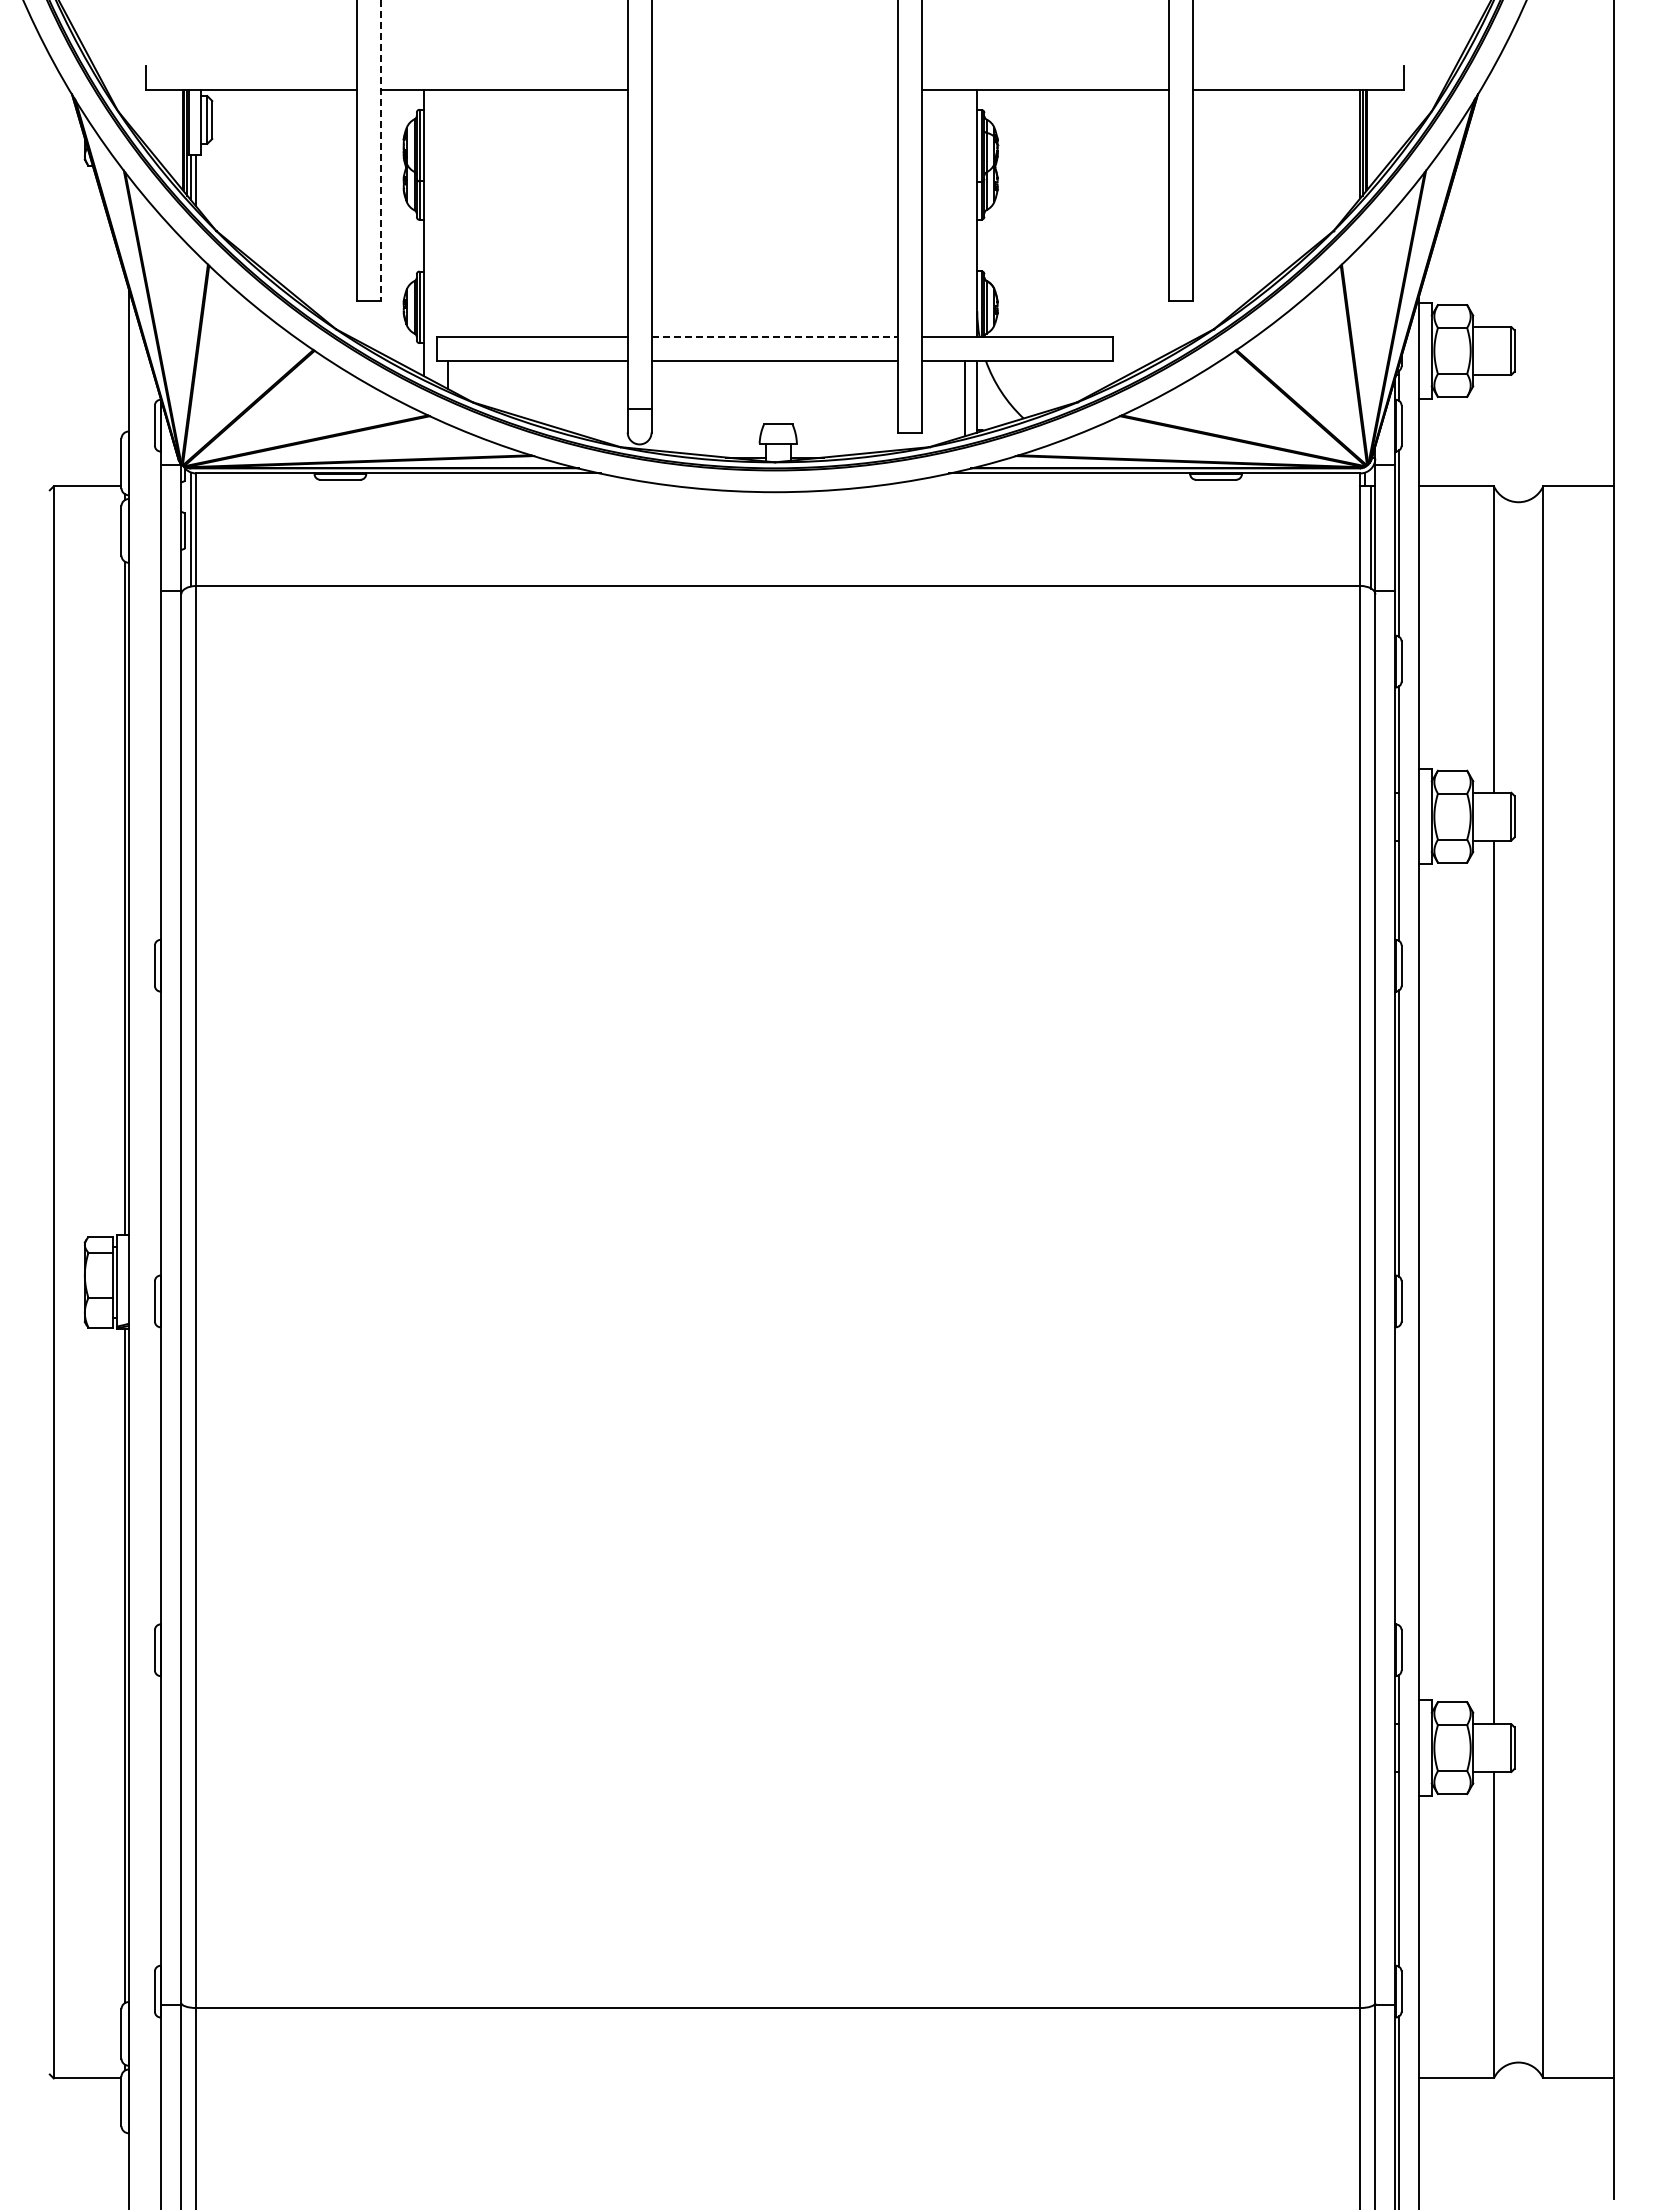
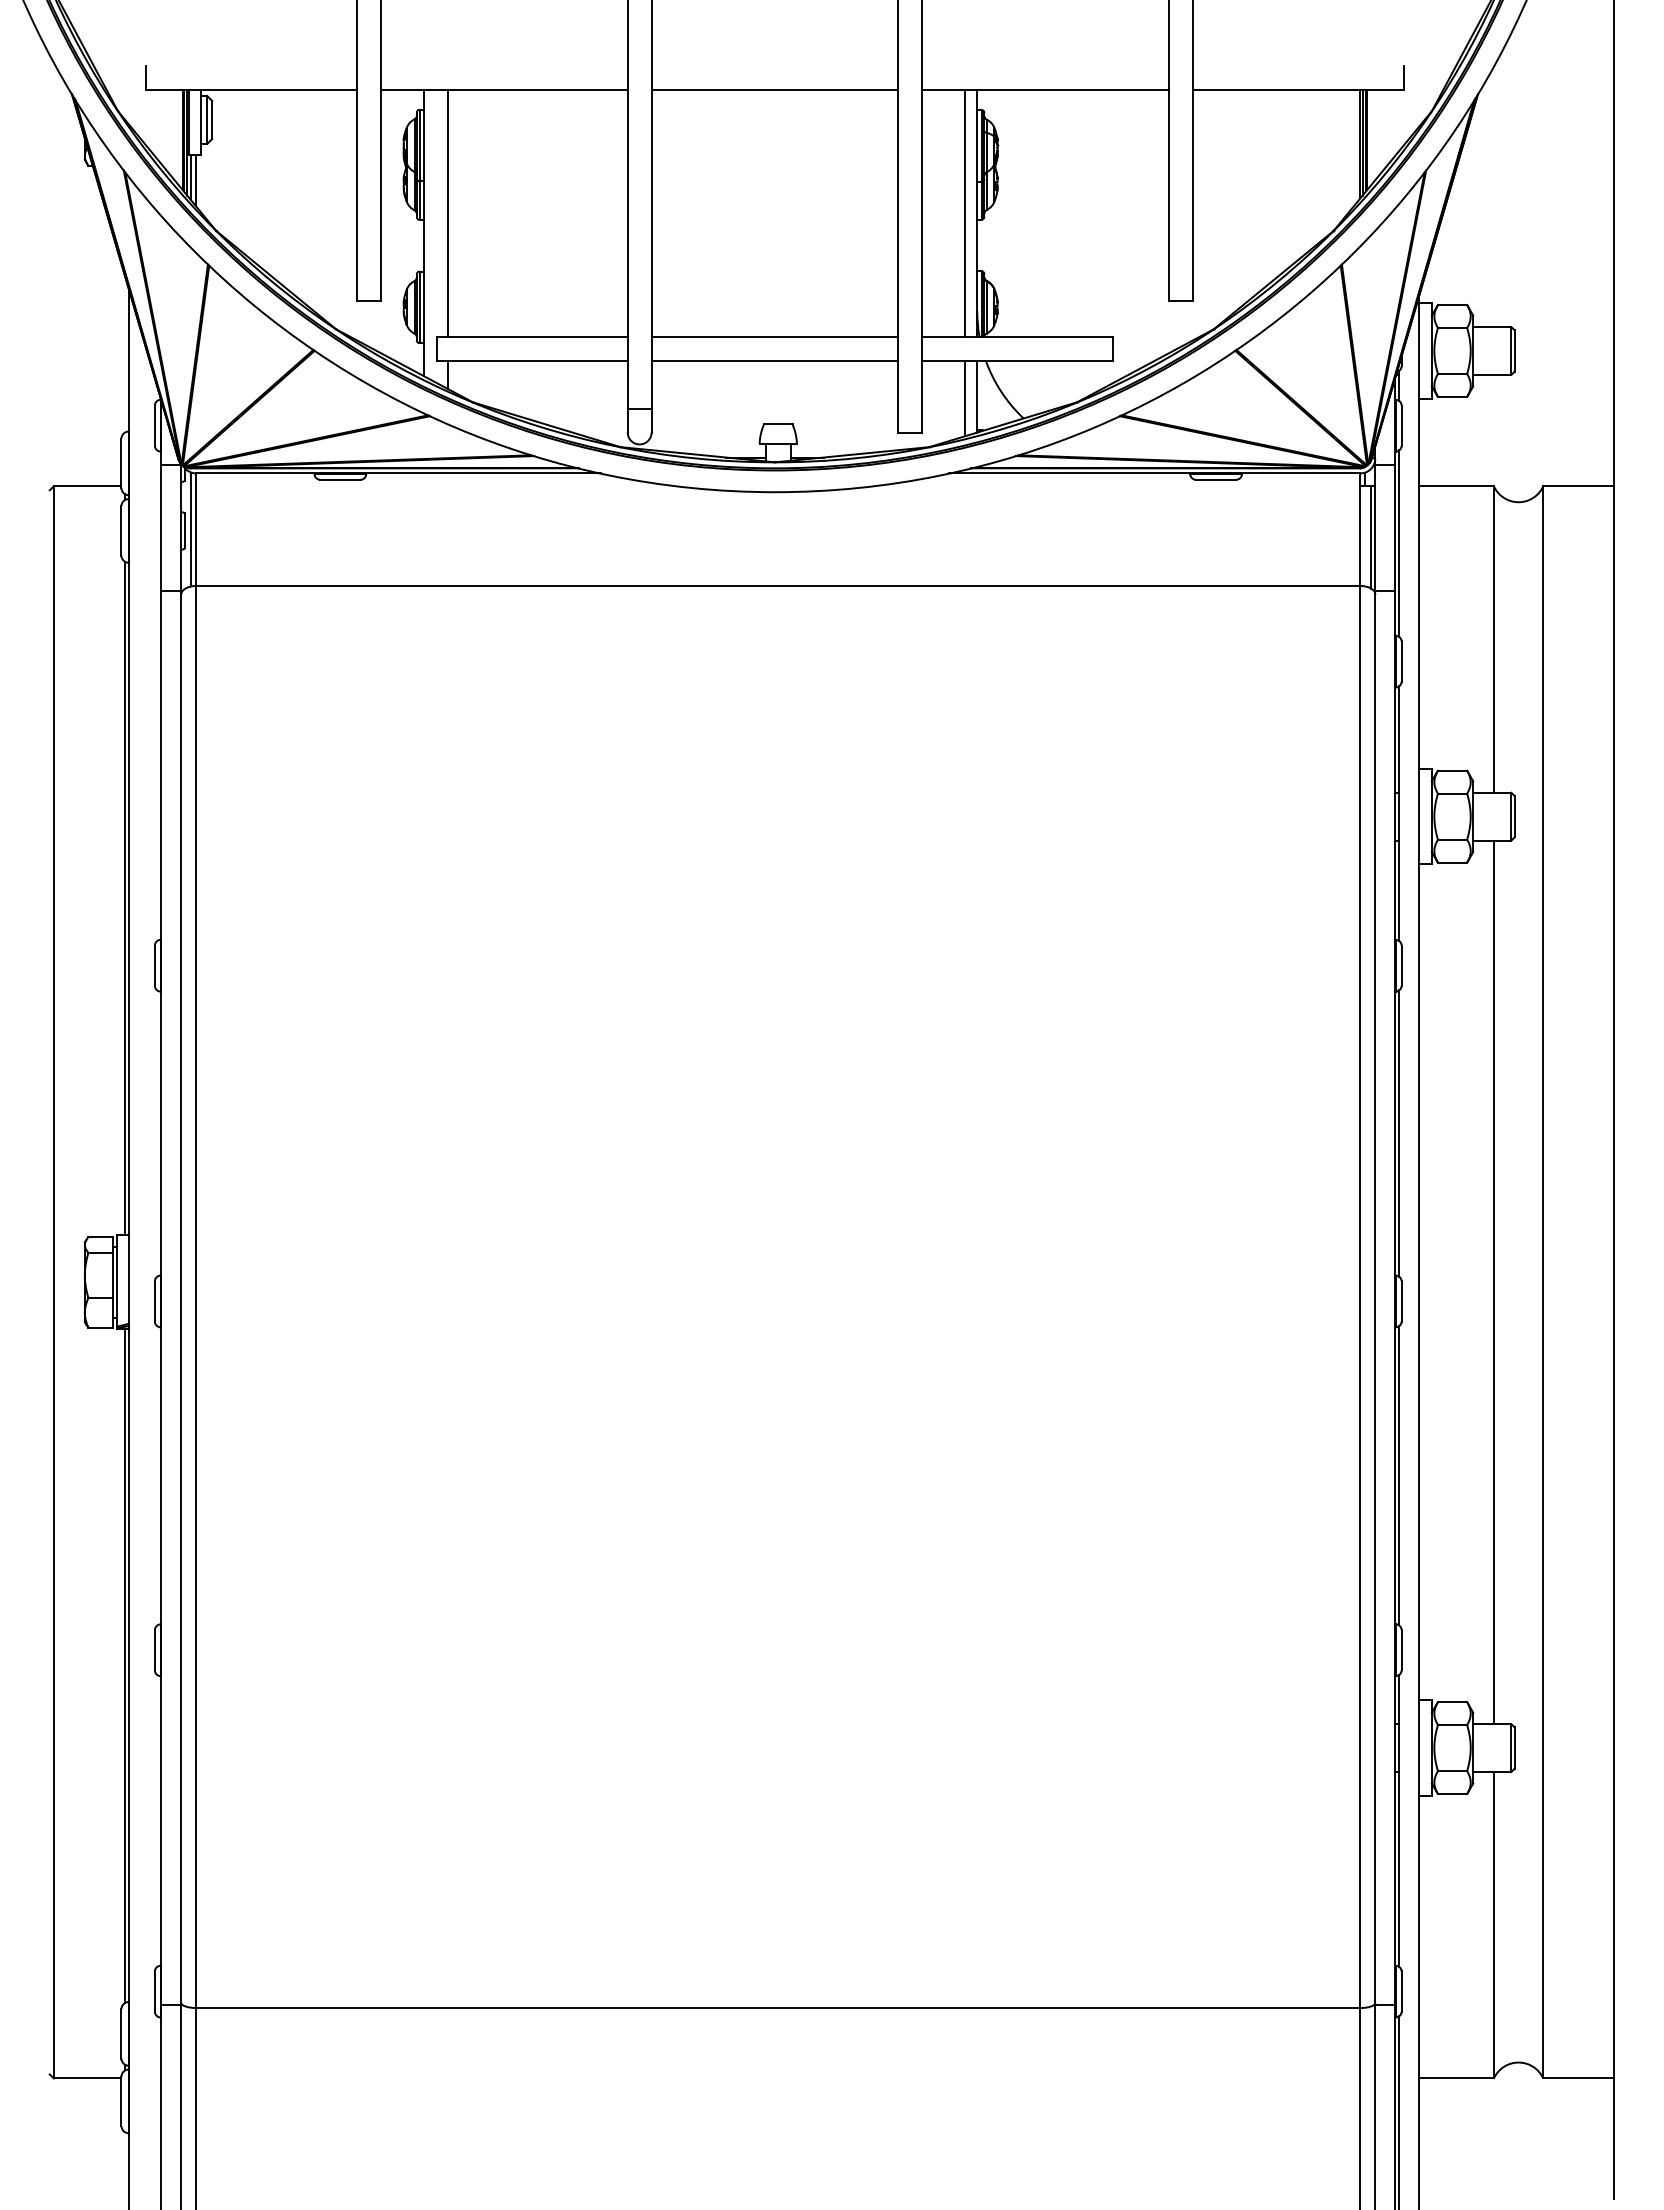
line at (774, 90): none -> present
line at (380, 151): dashed -> solid
line at (447, 213): none -> present
line at (965, 213): none -> present
line at (775, 336): dashed -> solid
line at (1399, 1475): none -> present
